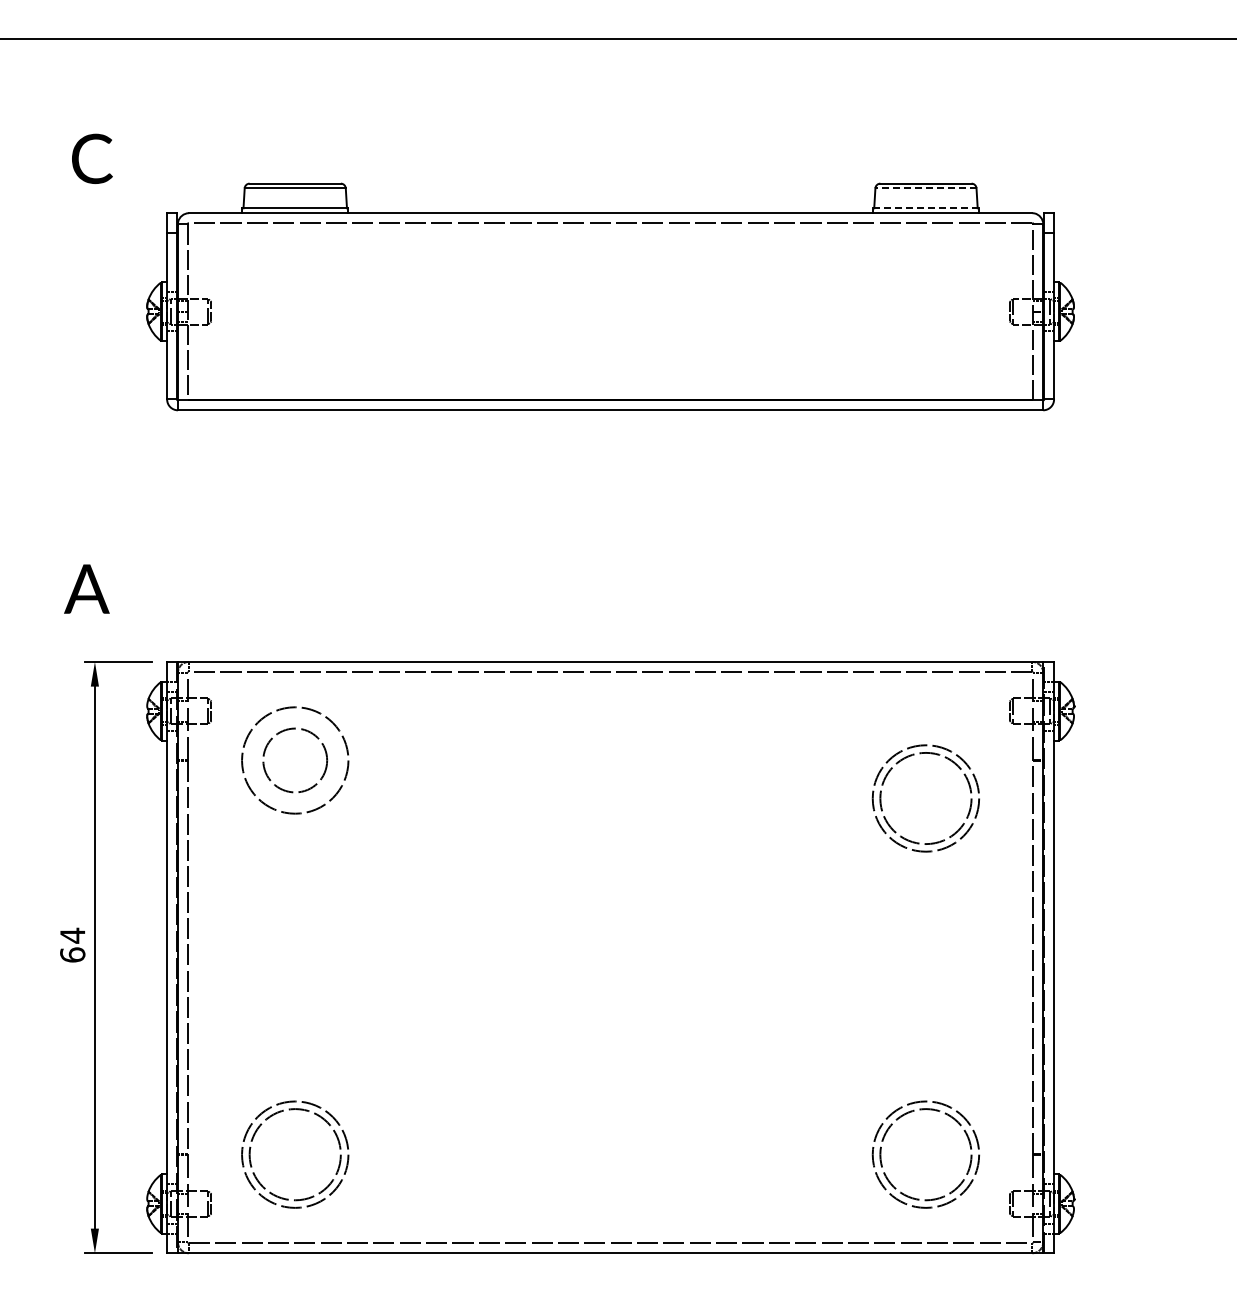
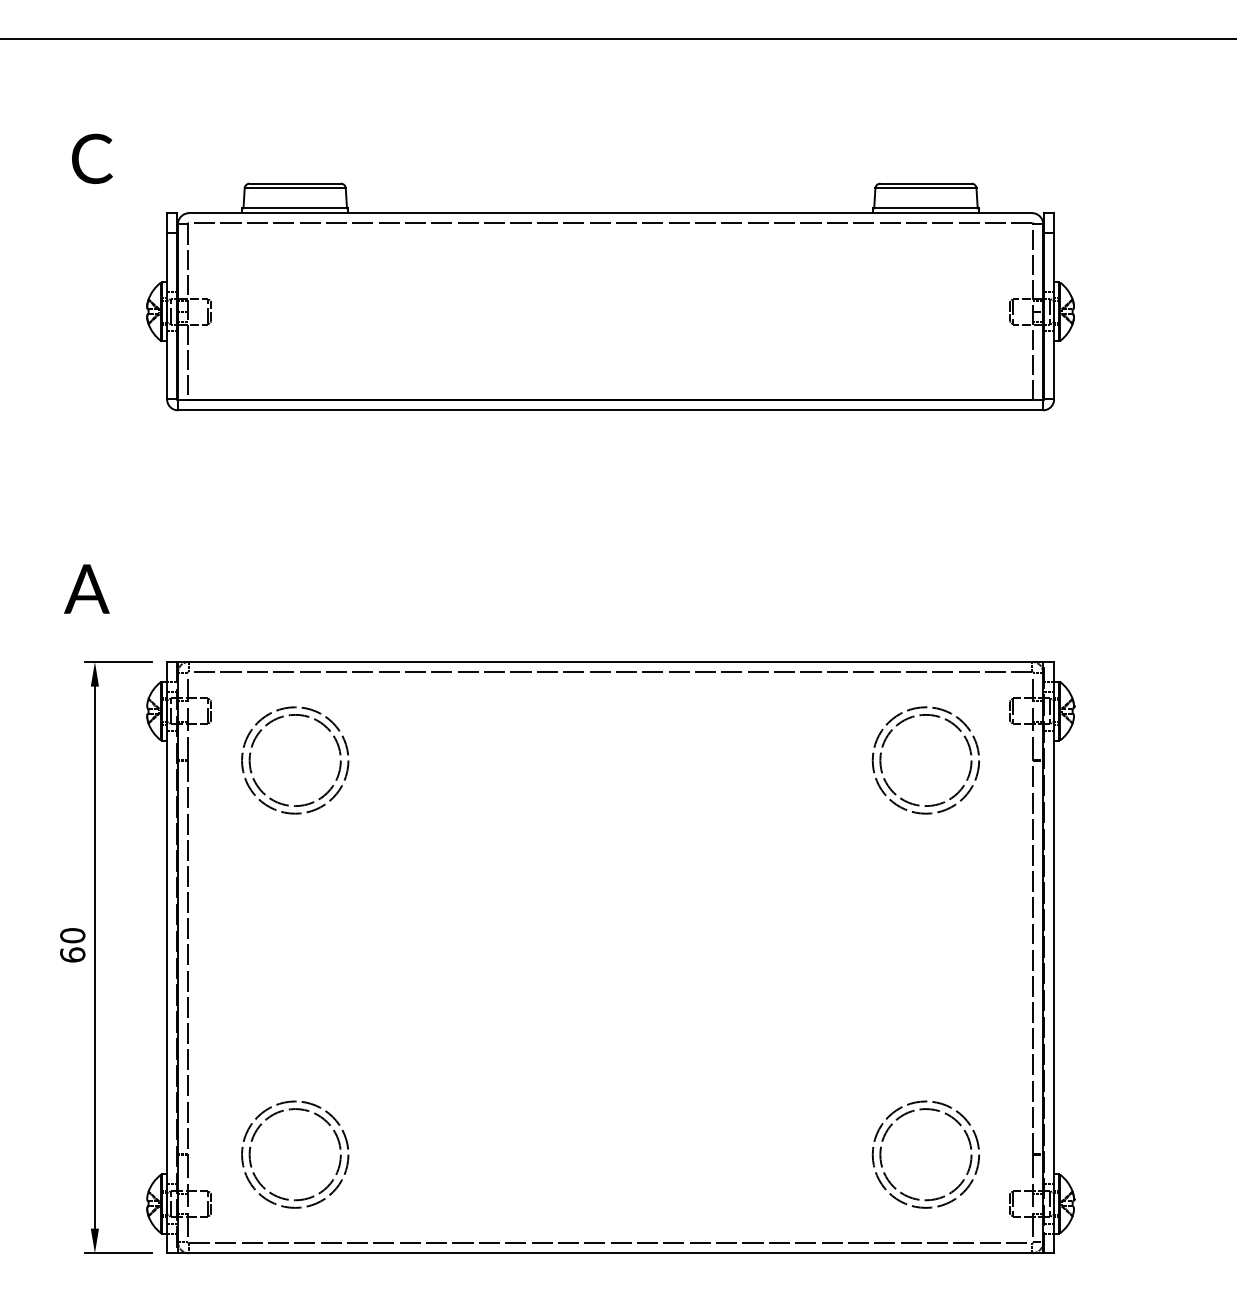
line at (925, 188): dashed -> solid
line at (925, 208): dashed -> solid
circle at (295, 760) diameter: 64 px -> 91 px
part at (885, 780) position: (885, 780) -> (885, 742)
text at (72, 935): 64 -> 60
